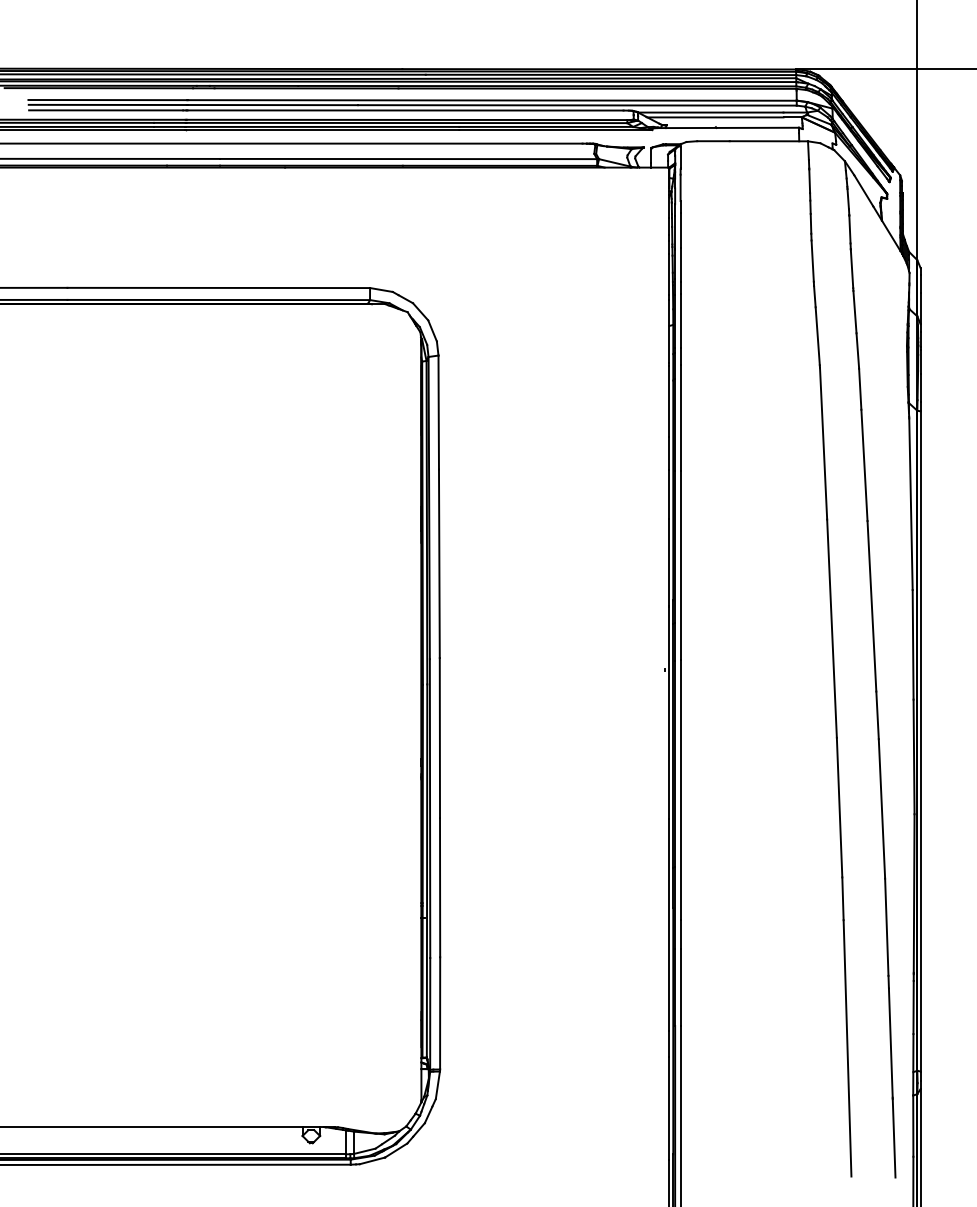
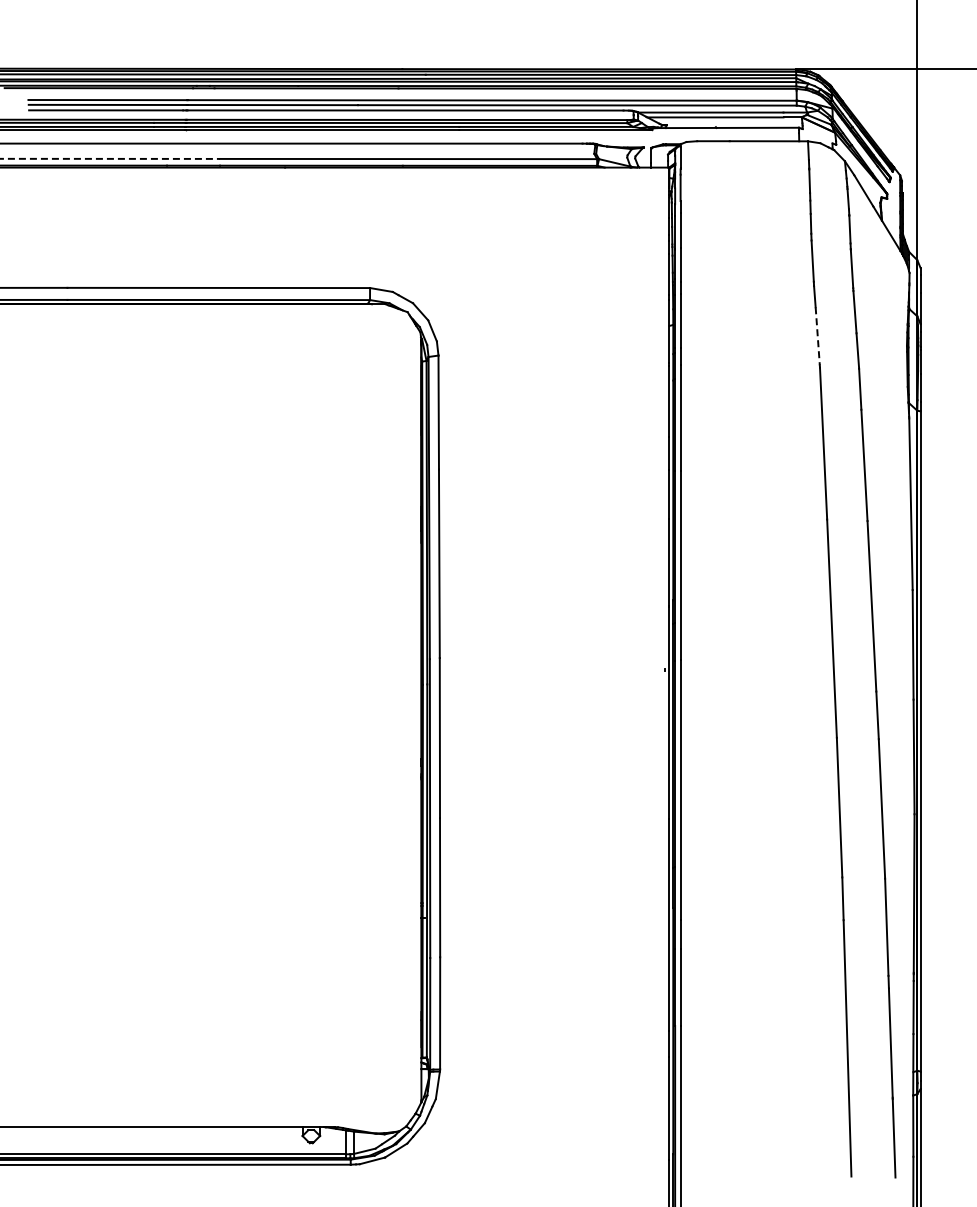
line at (110, 158): solid -> dashed
line at (817, 336): solid -> dashed
